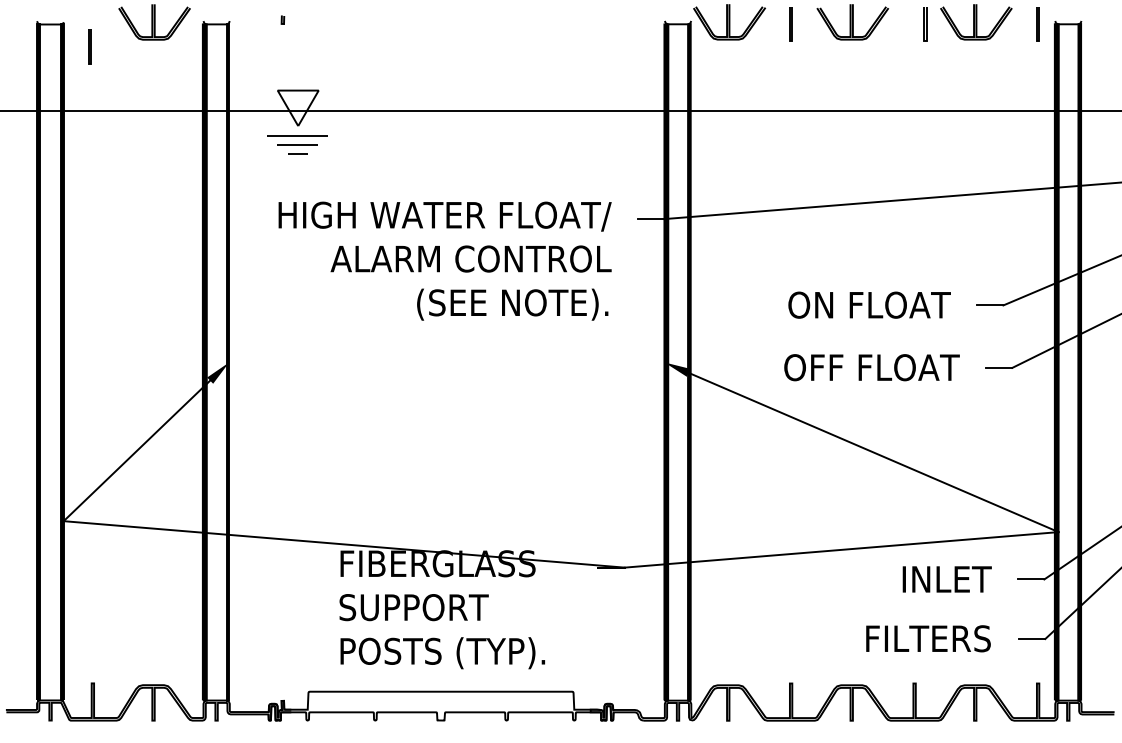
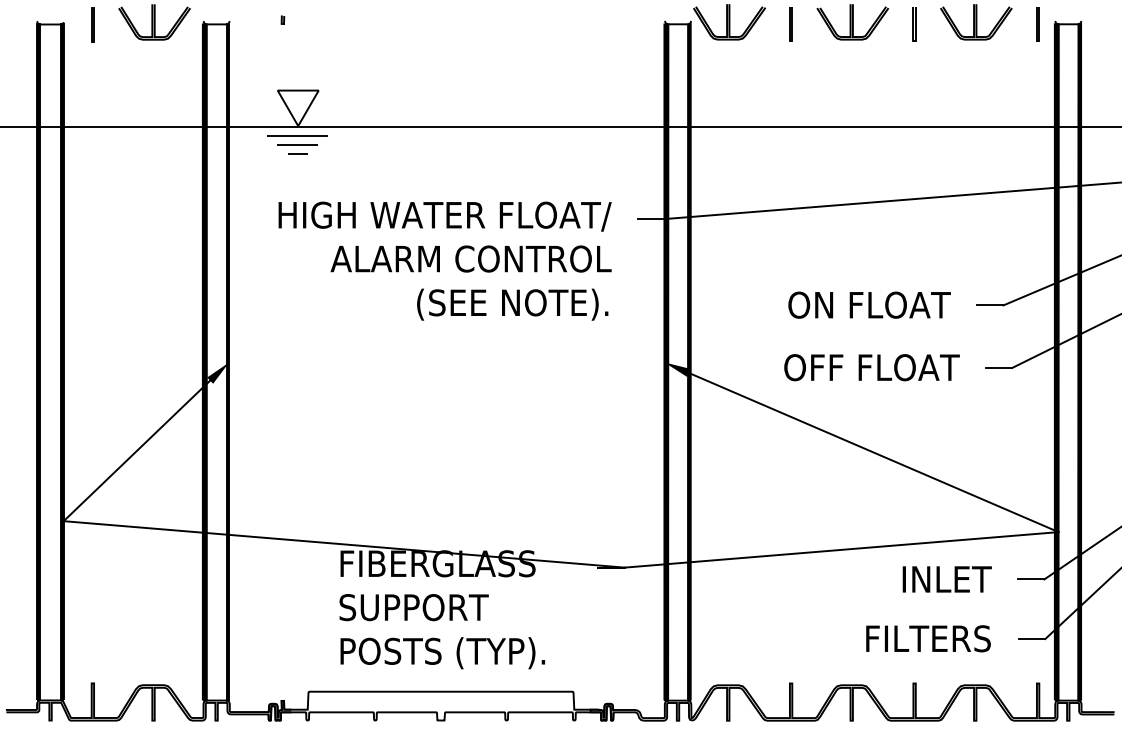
line at (924, 24) position: (924, 24) -> (913, 24)
line at (89, 46) position: (89, 46) -> (92, 24)
line at (560, 110) position: (560, 110) -> (560, 126)
